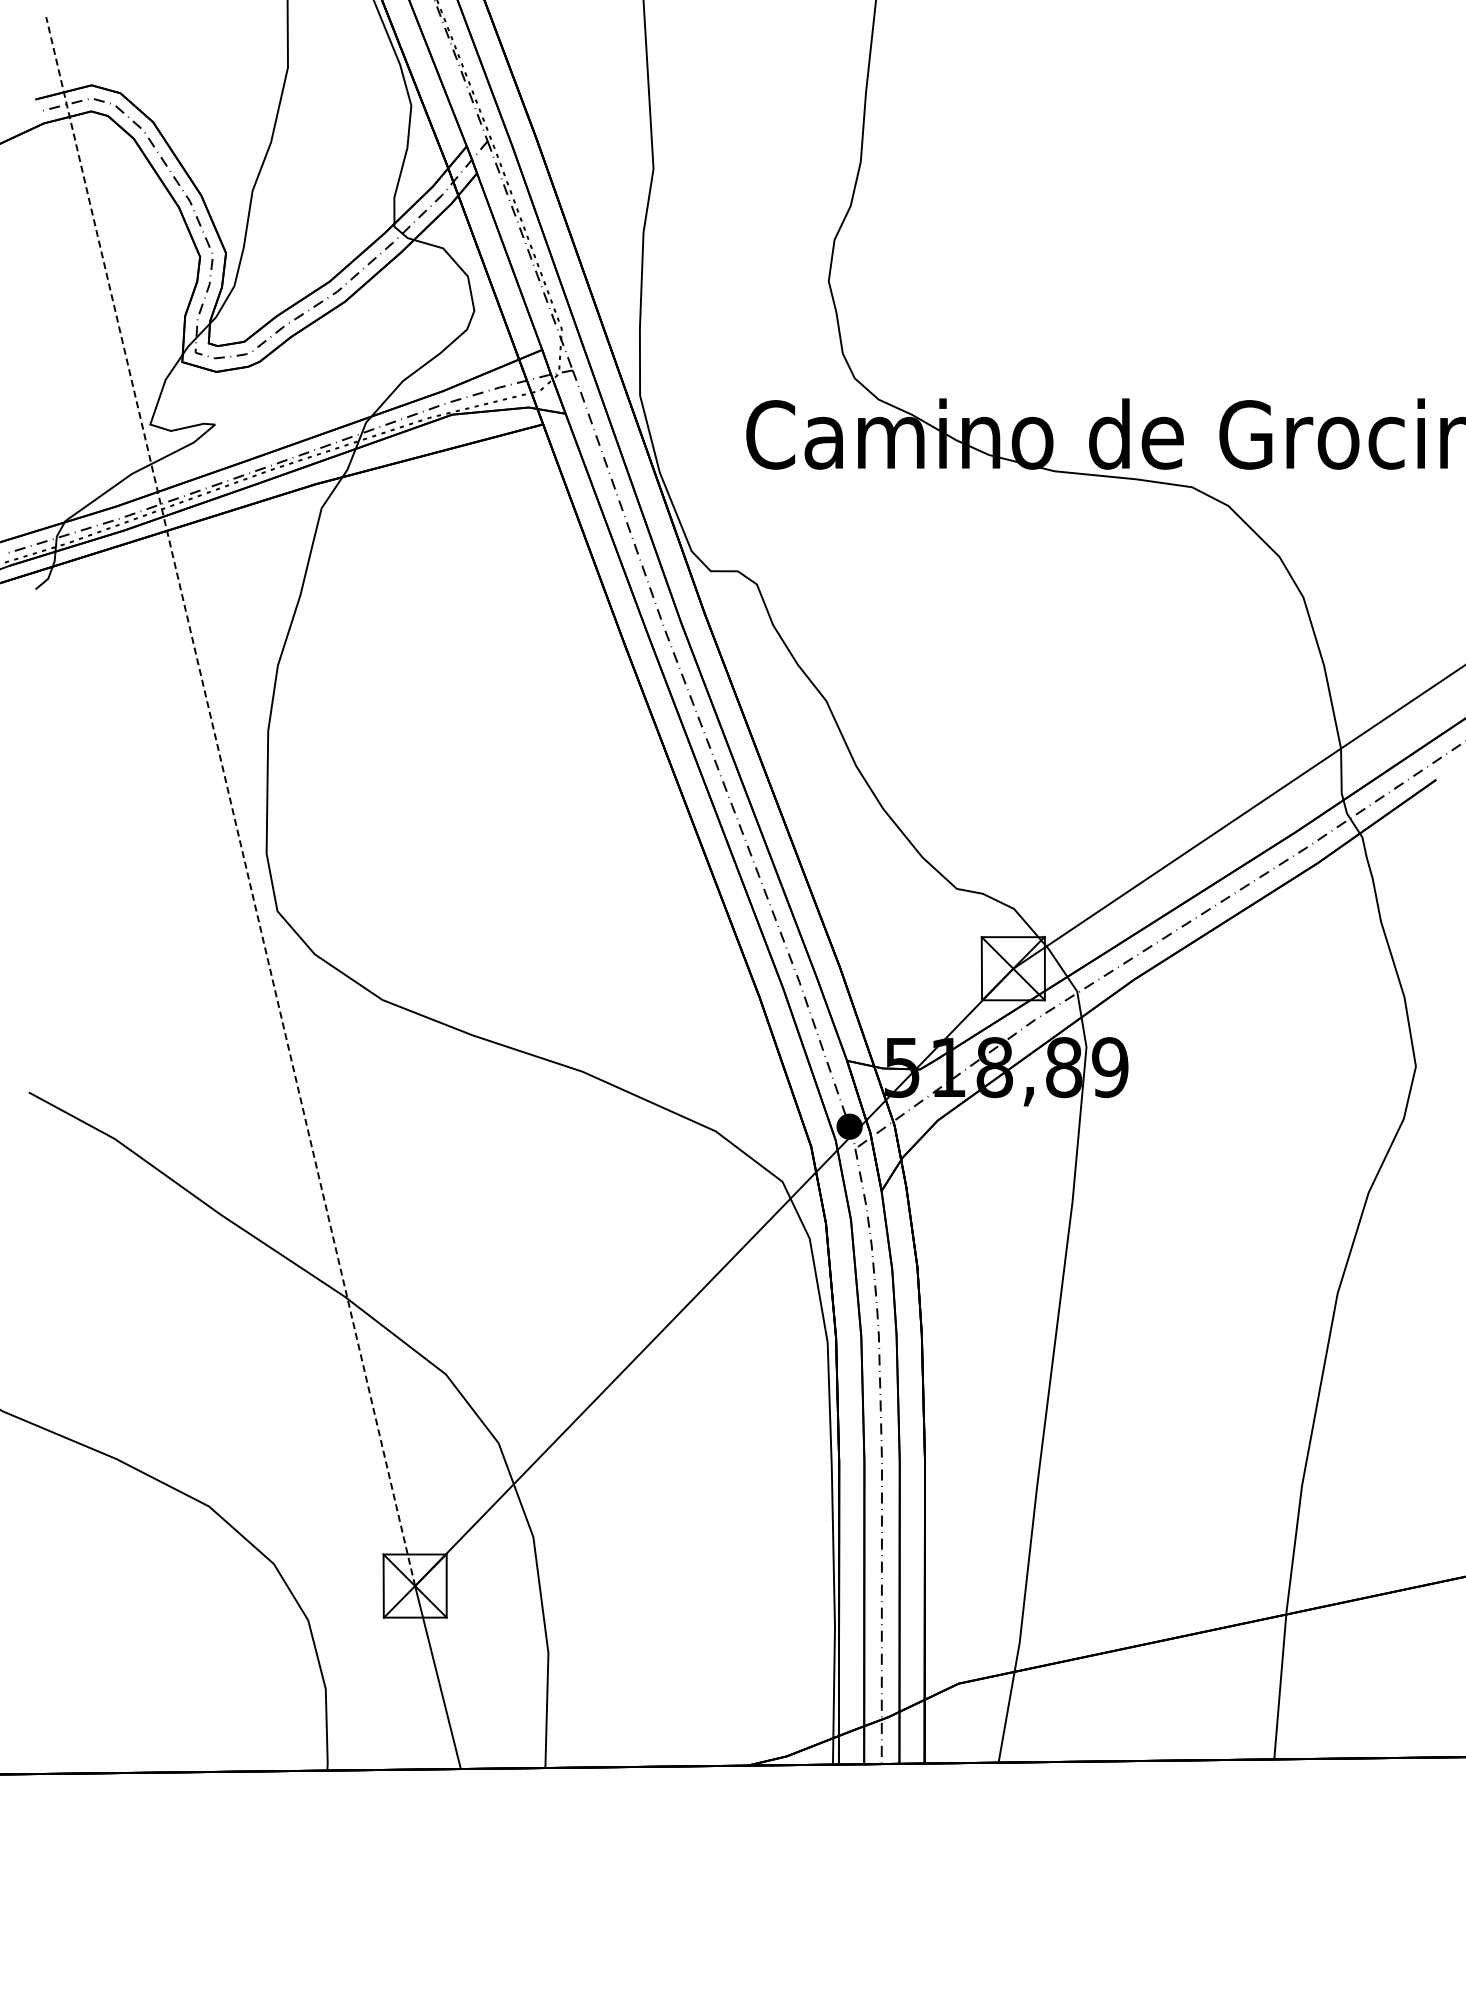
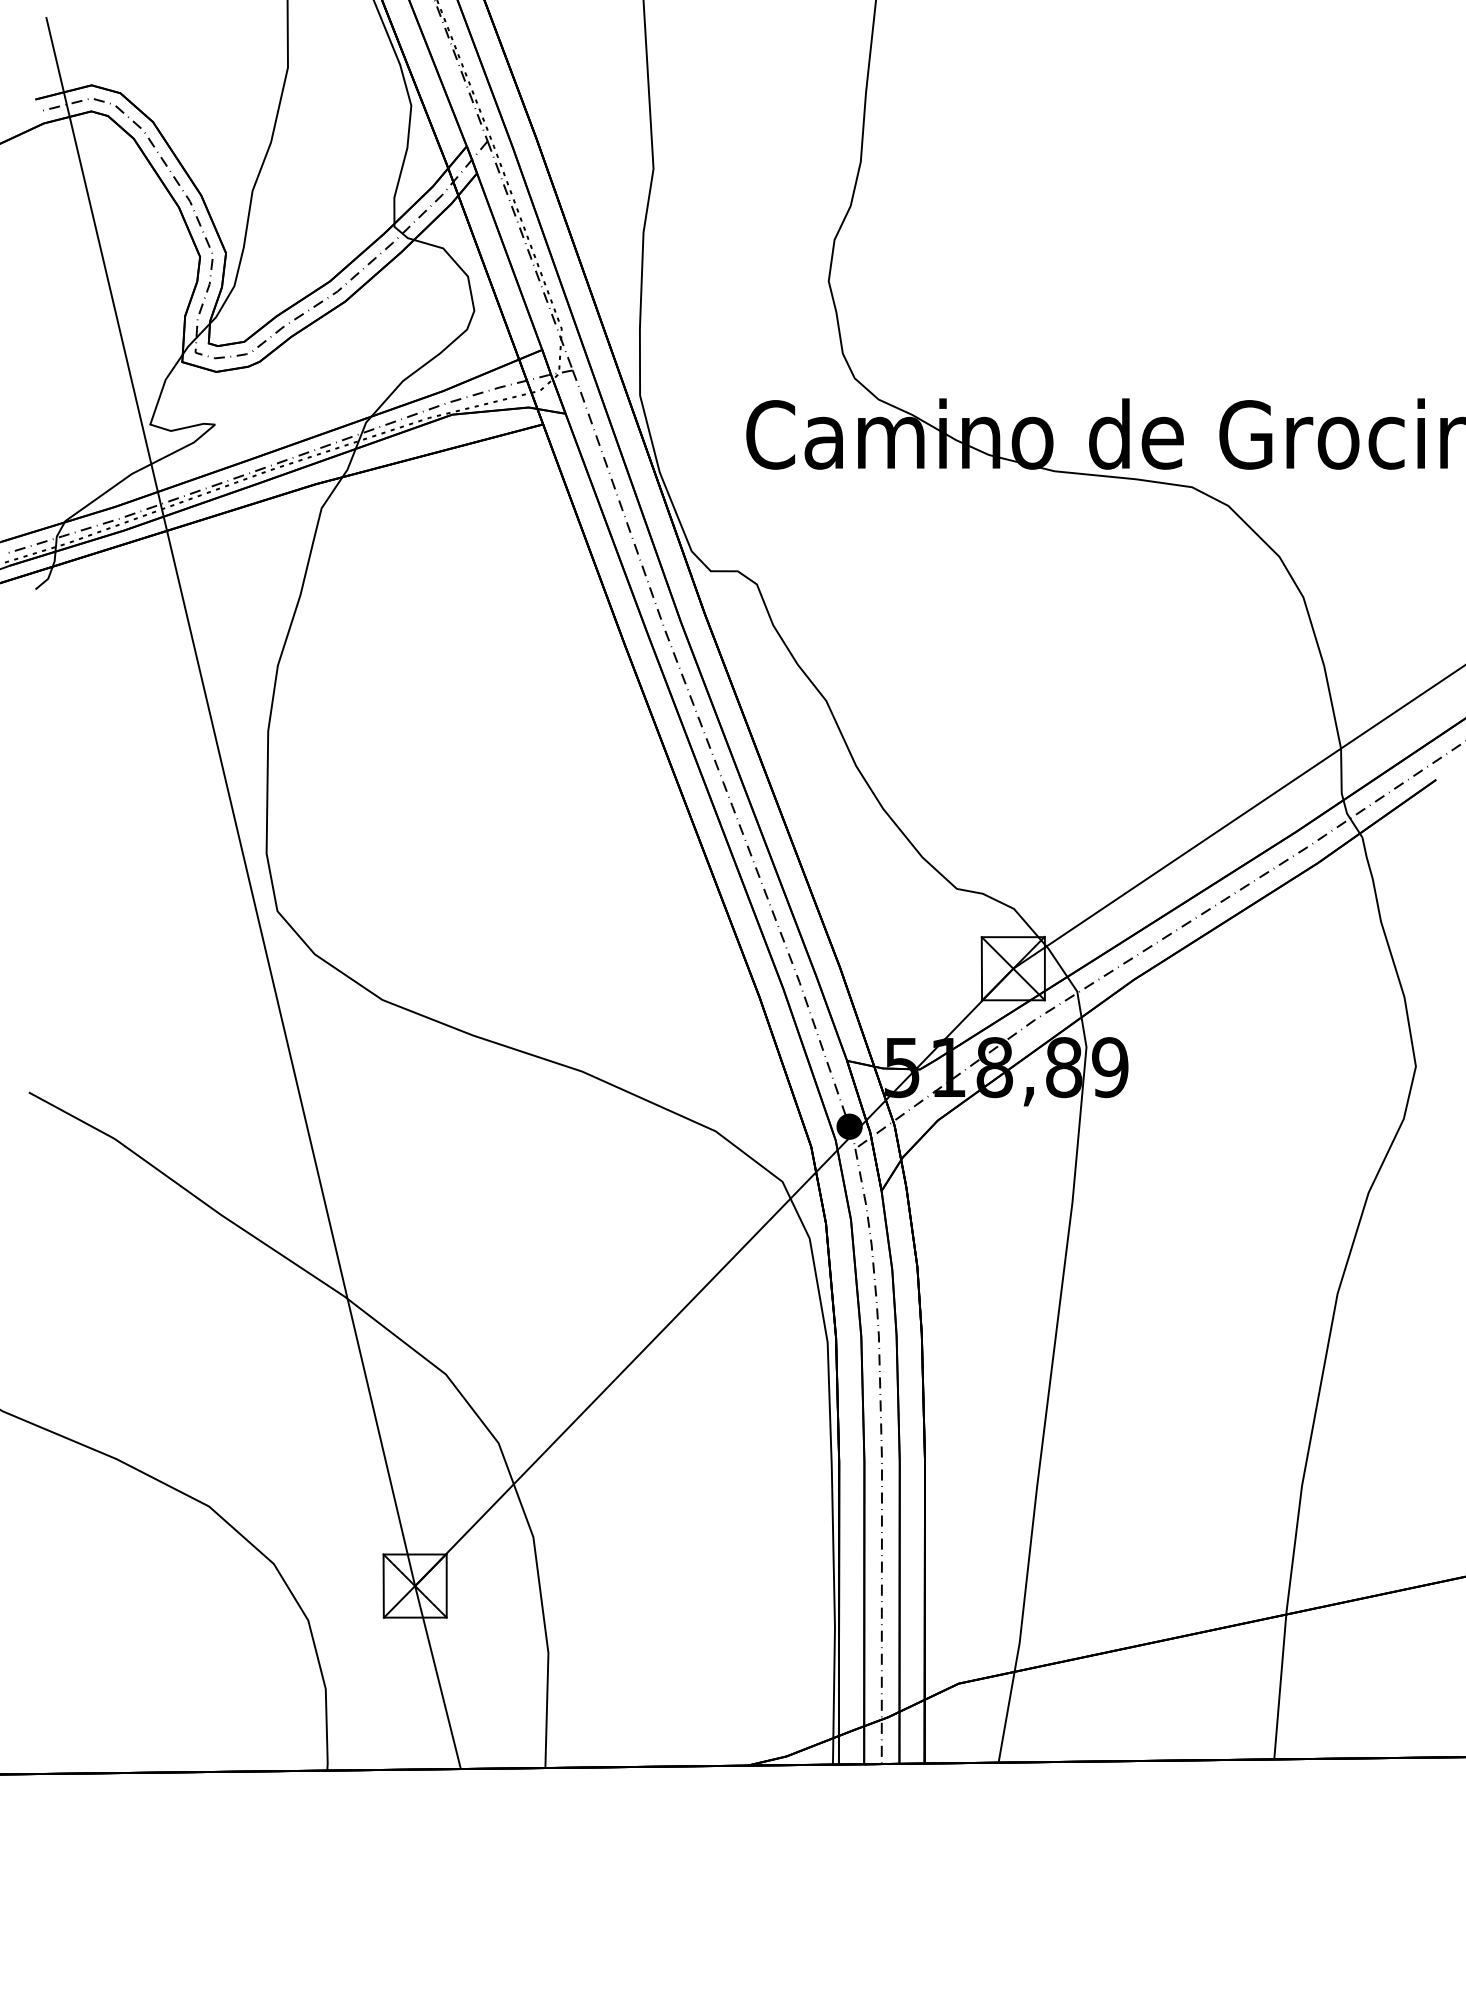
line at (230, 801): dashed -> solid
